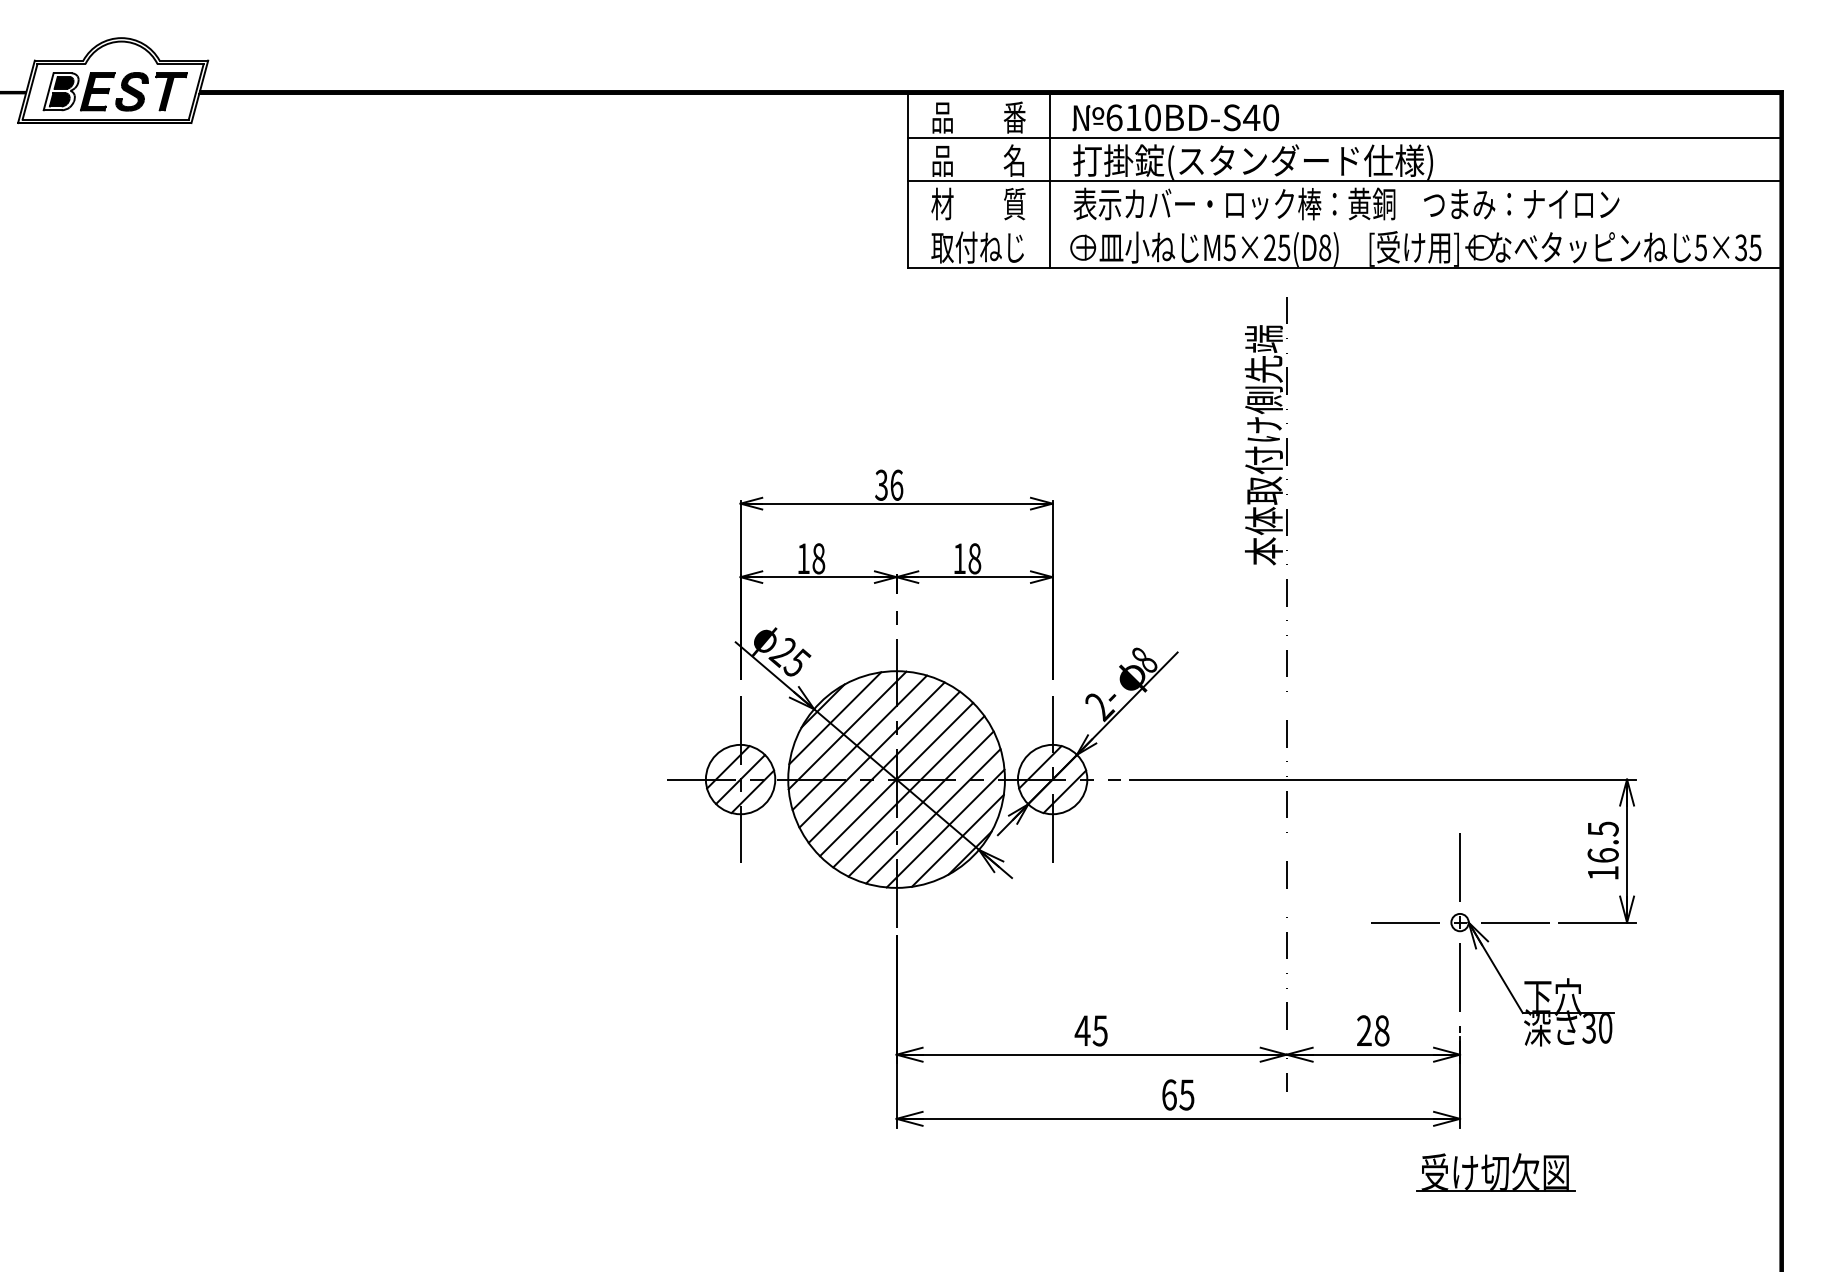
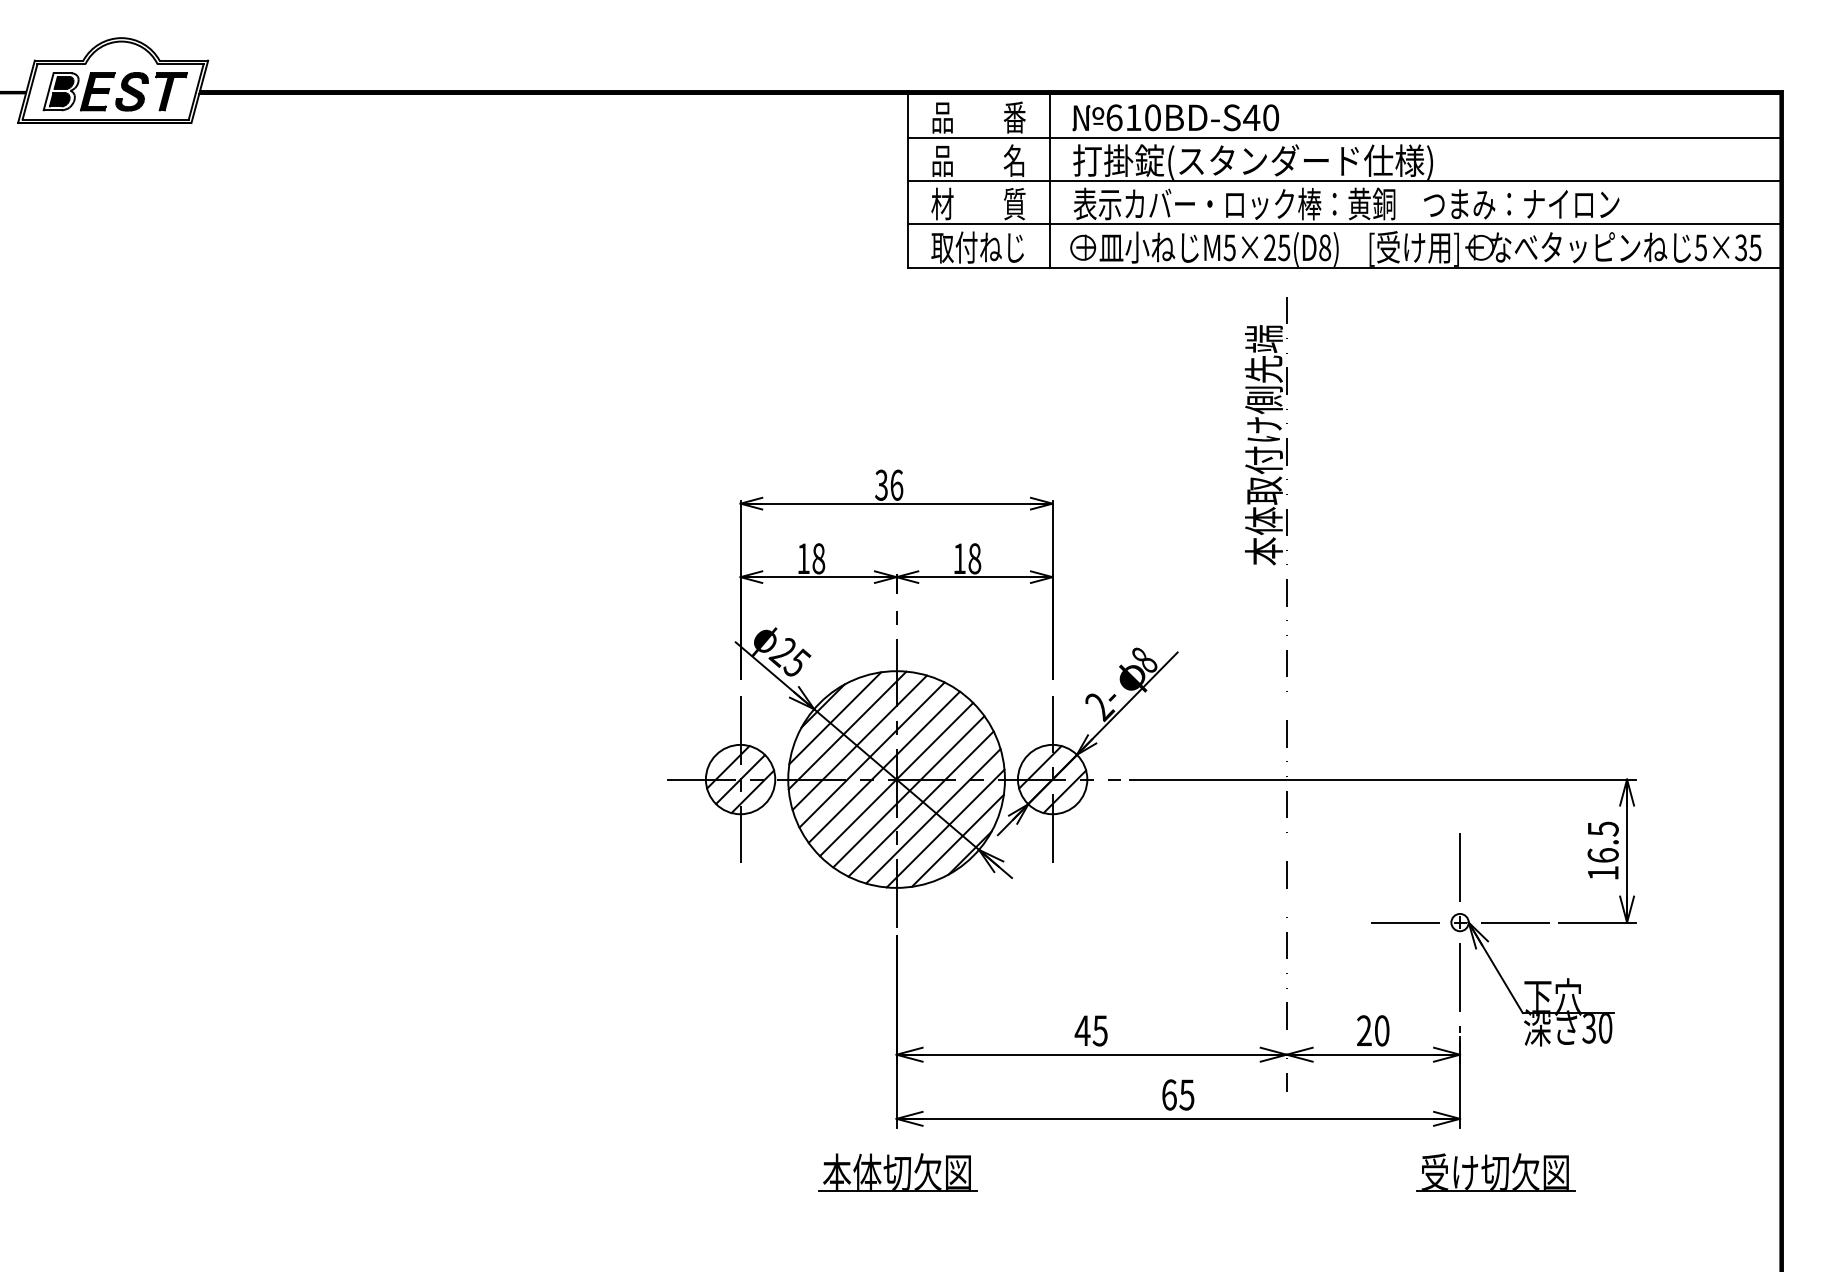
line at (1343, 224): none -> present
text at (1381, 1030): 28 -> 20
part at (897, 1172): none -> present
